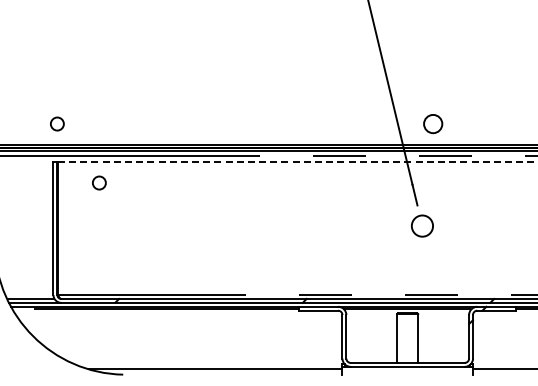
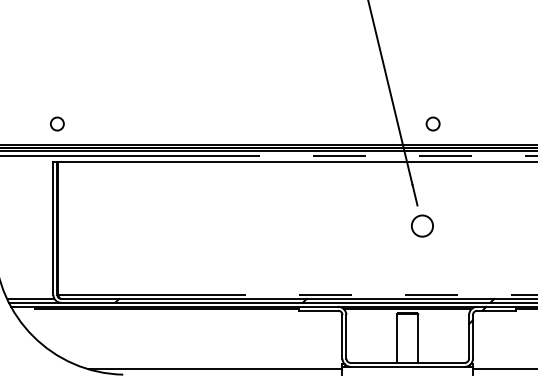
circle at (433, 124) size: 21x21 px -> 16x16 px
line at (297, 161): dashed -> solid
circle at (99, 182): present -> none
